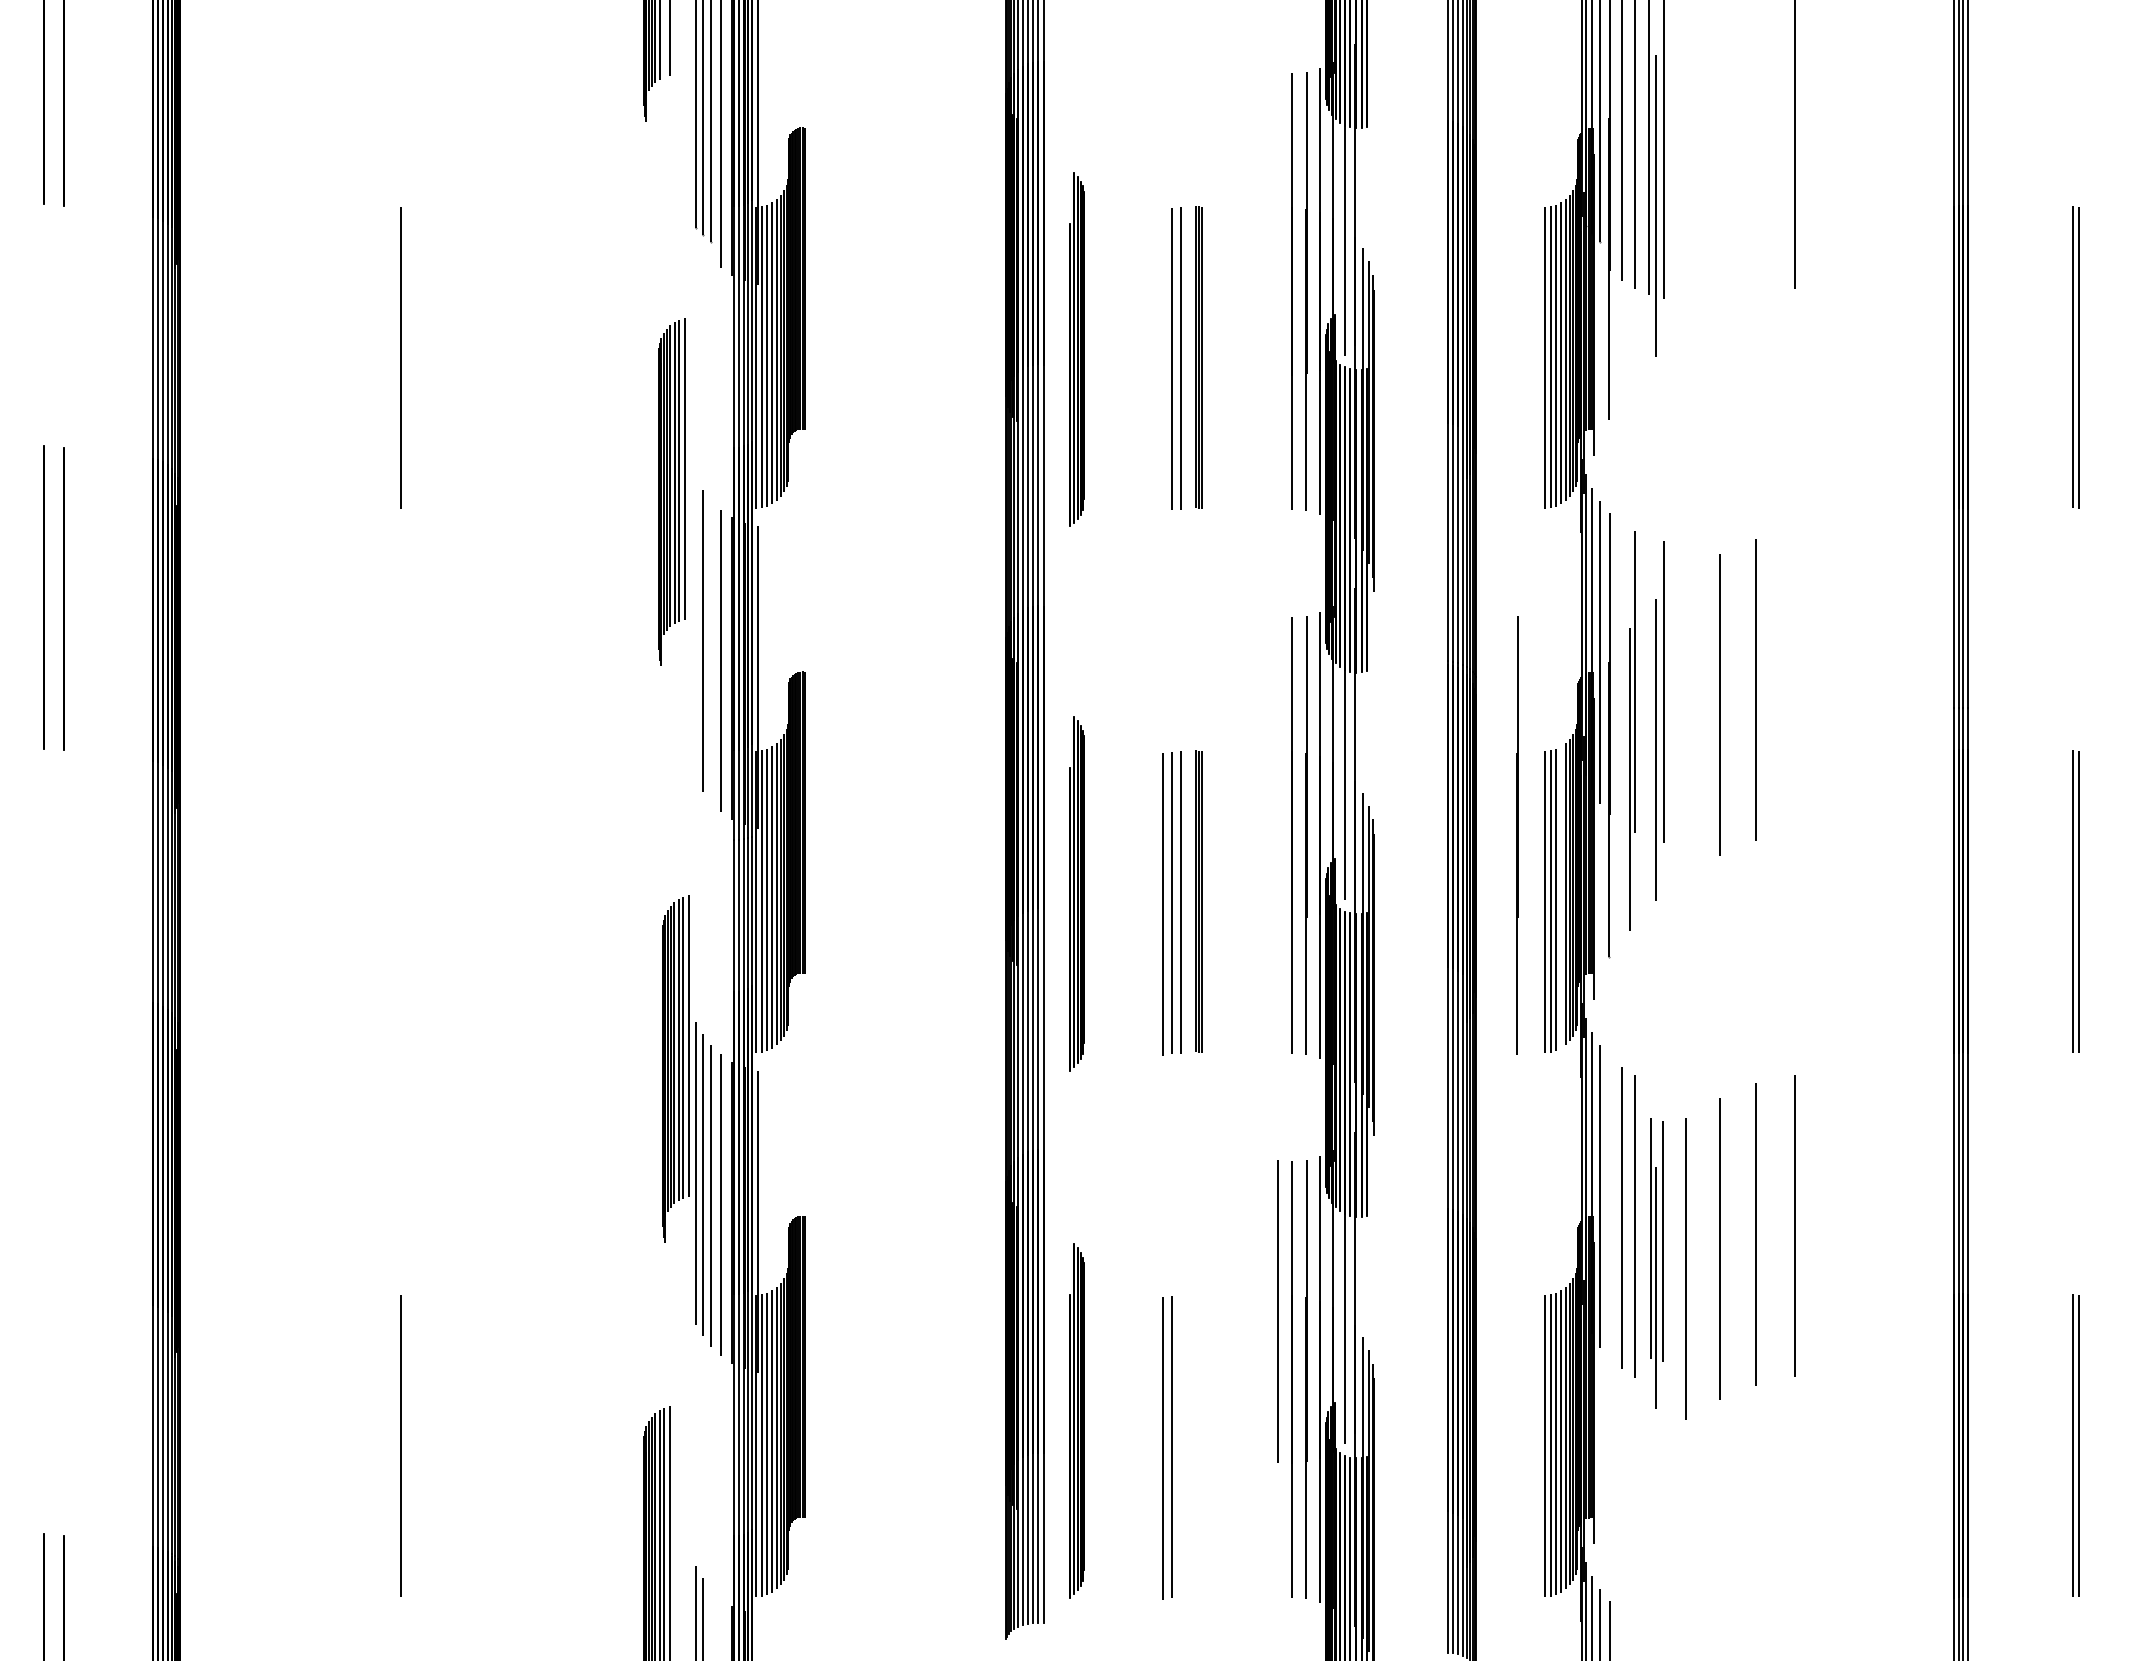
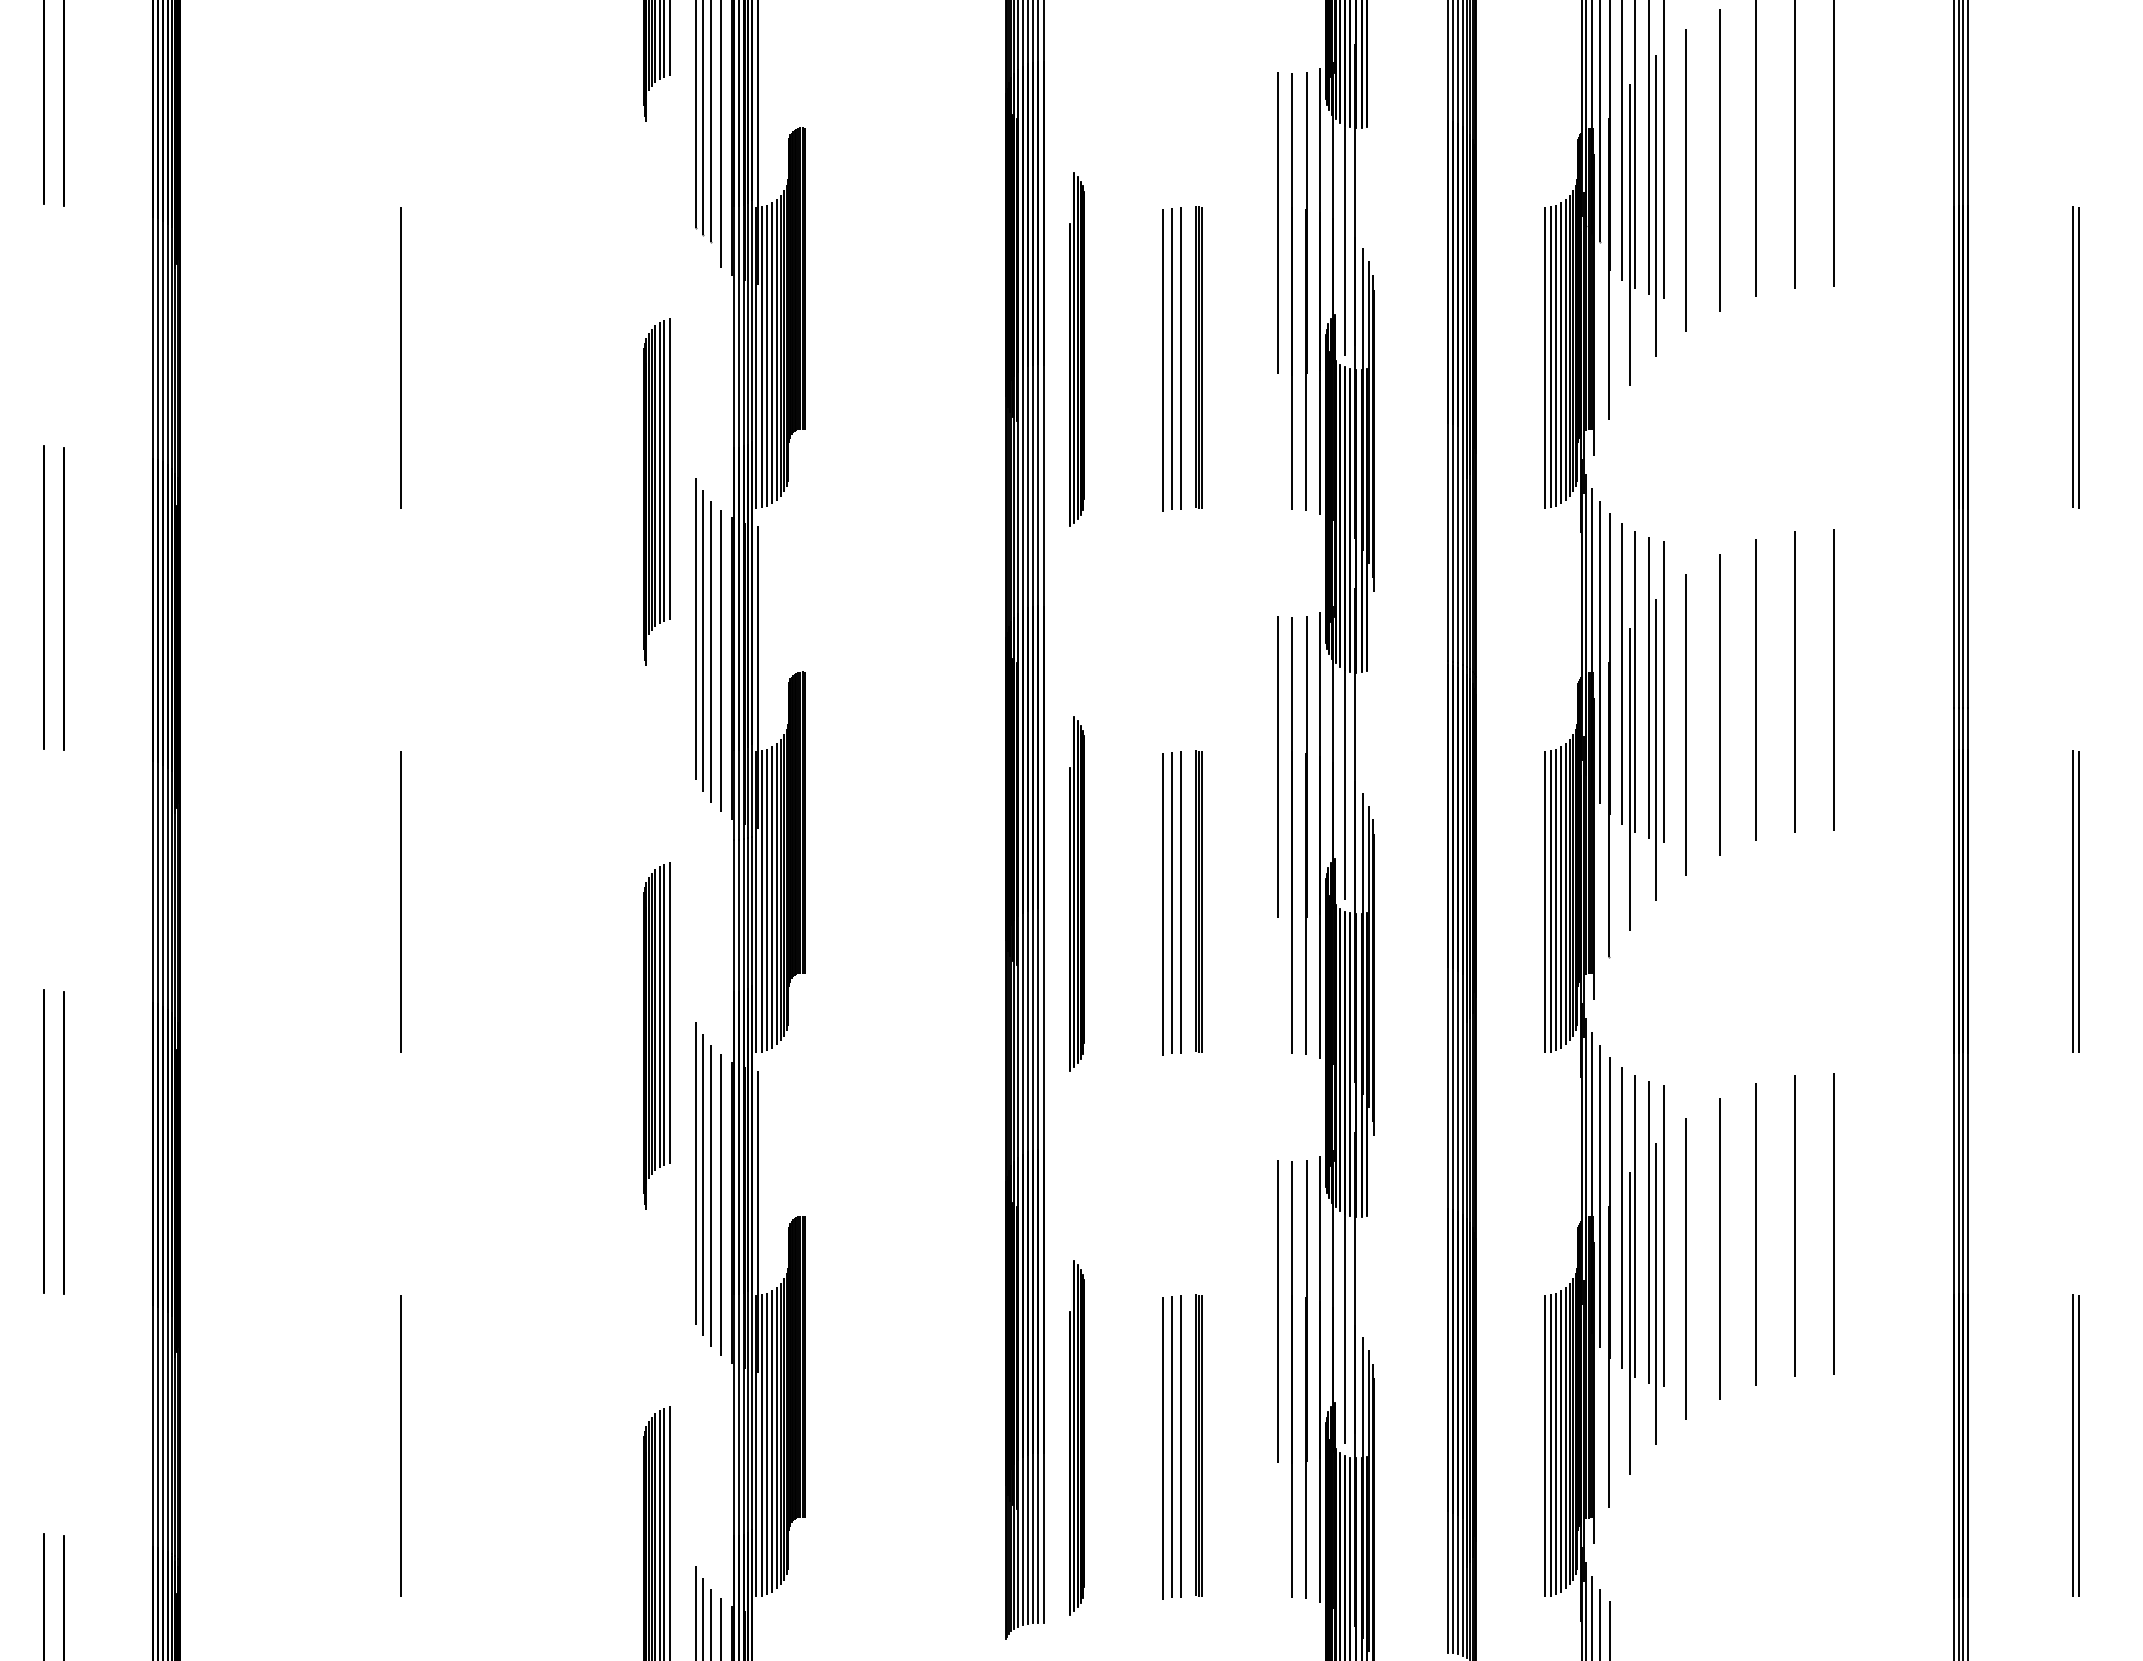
line at (664, 39): none -> present
line at (1833, 144): none -> present
line at (1756, 149): none -> present
line at (1719, 160): none -> present
line at (1685, 180): none -> present
line at (1277, 222): none -> present
line at (1629, 235): none -> present
line at (1163, 360): none -> present
part at (671, 491) position: (671, 491) -> (656, 491)
line at (696, 629): none -> present
line at (711, 651): none -> present
line at (1621, 674): none -> present
line at (1833, 679): none -> present
line at (1794, 681): none -> present
line at (1649, 688): none -> present
line at (1685, 724): none -> present
line at (1278, 767): none -> present
line at (1517, 835): present -> none
line at (1561, 897): none -> present
line at (401, 901): none -> present
part at (675, 1068) position: (675, 1068) -> (656, 1035)
line at (43, 1141): none -> present
line at (63, 1142): none -> present
line at (1833, 1223): none -> present
part at (1656, 1263) size: 14x291 px -> 17x364 px
line at (1609, 1282): none -> present
line at (1629, 1323): none -> present
part at (1076, 1420) position: (1076, 1420) -> (1076, 1437)
part at (1198, 1445): none -> present
line at (1181, 1446): none -> present
line at (711, 1623): none -> present
line at (721, 1627): none -> present
